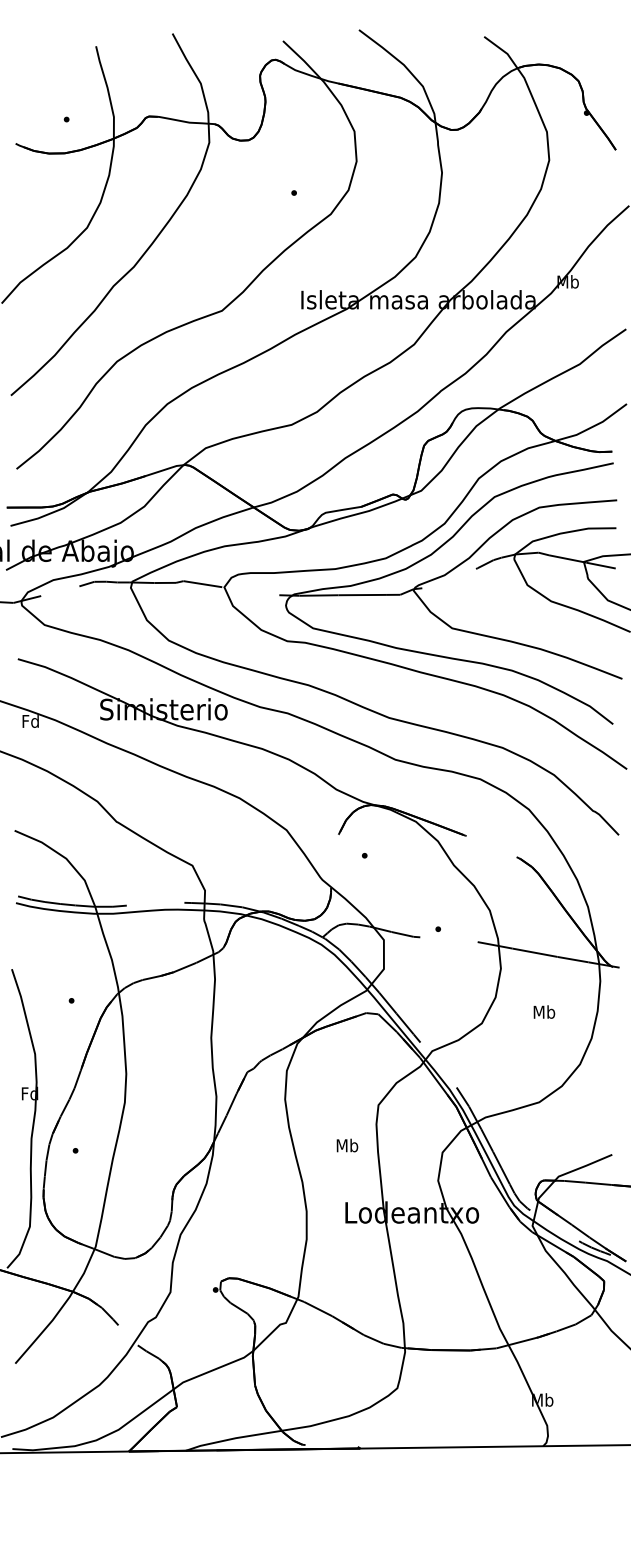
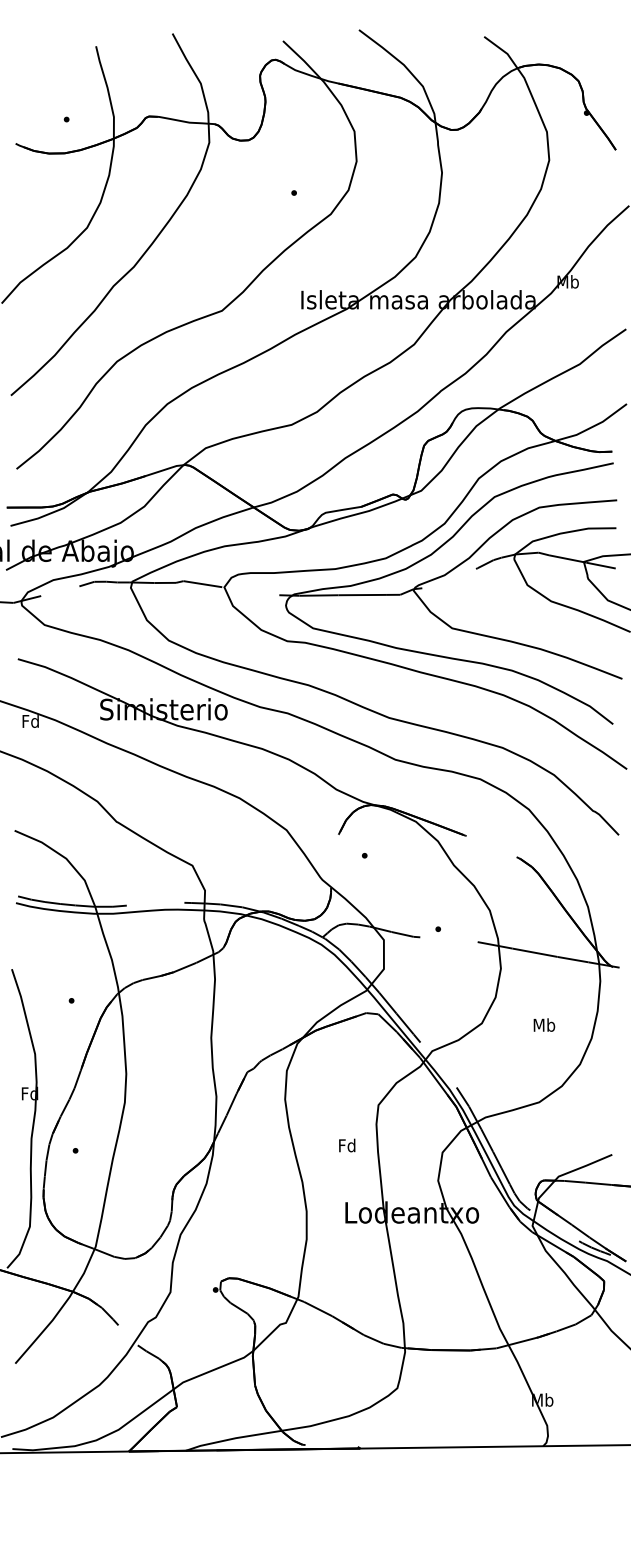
text at (544, 1011) position: (544, 1011) -> (544, 1024)
text at (347, 1145): Mb -> Fd
